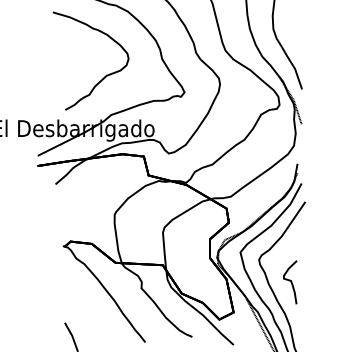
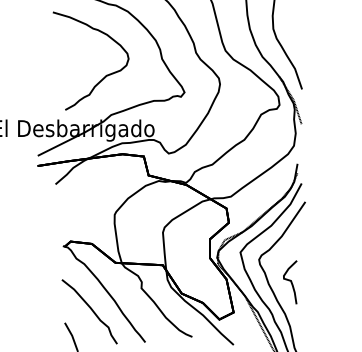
curve at (90, 309): none -> present
